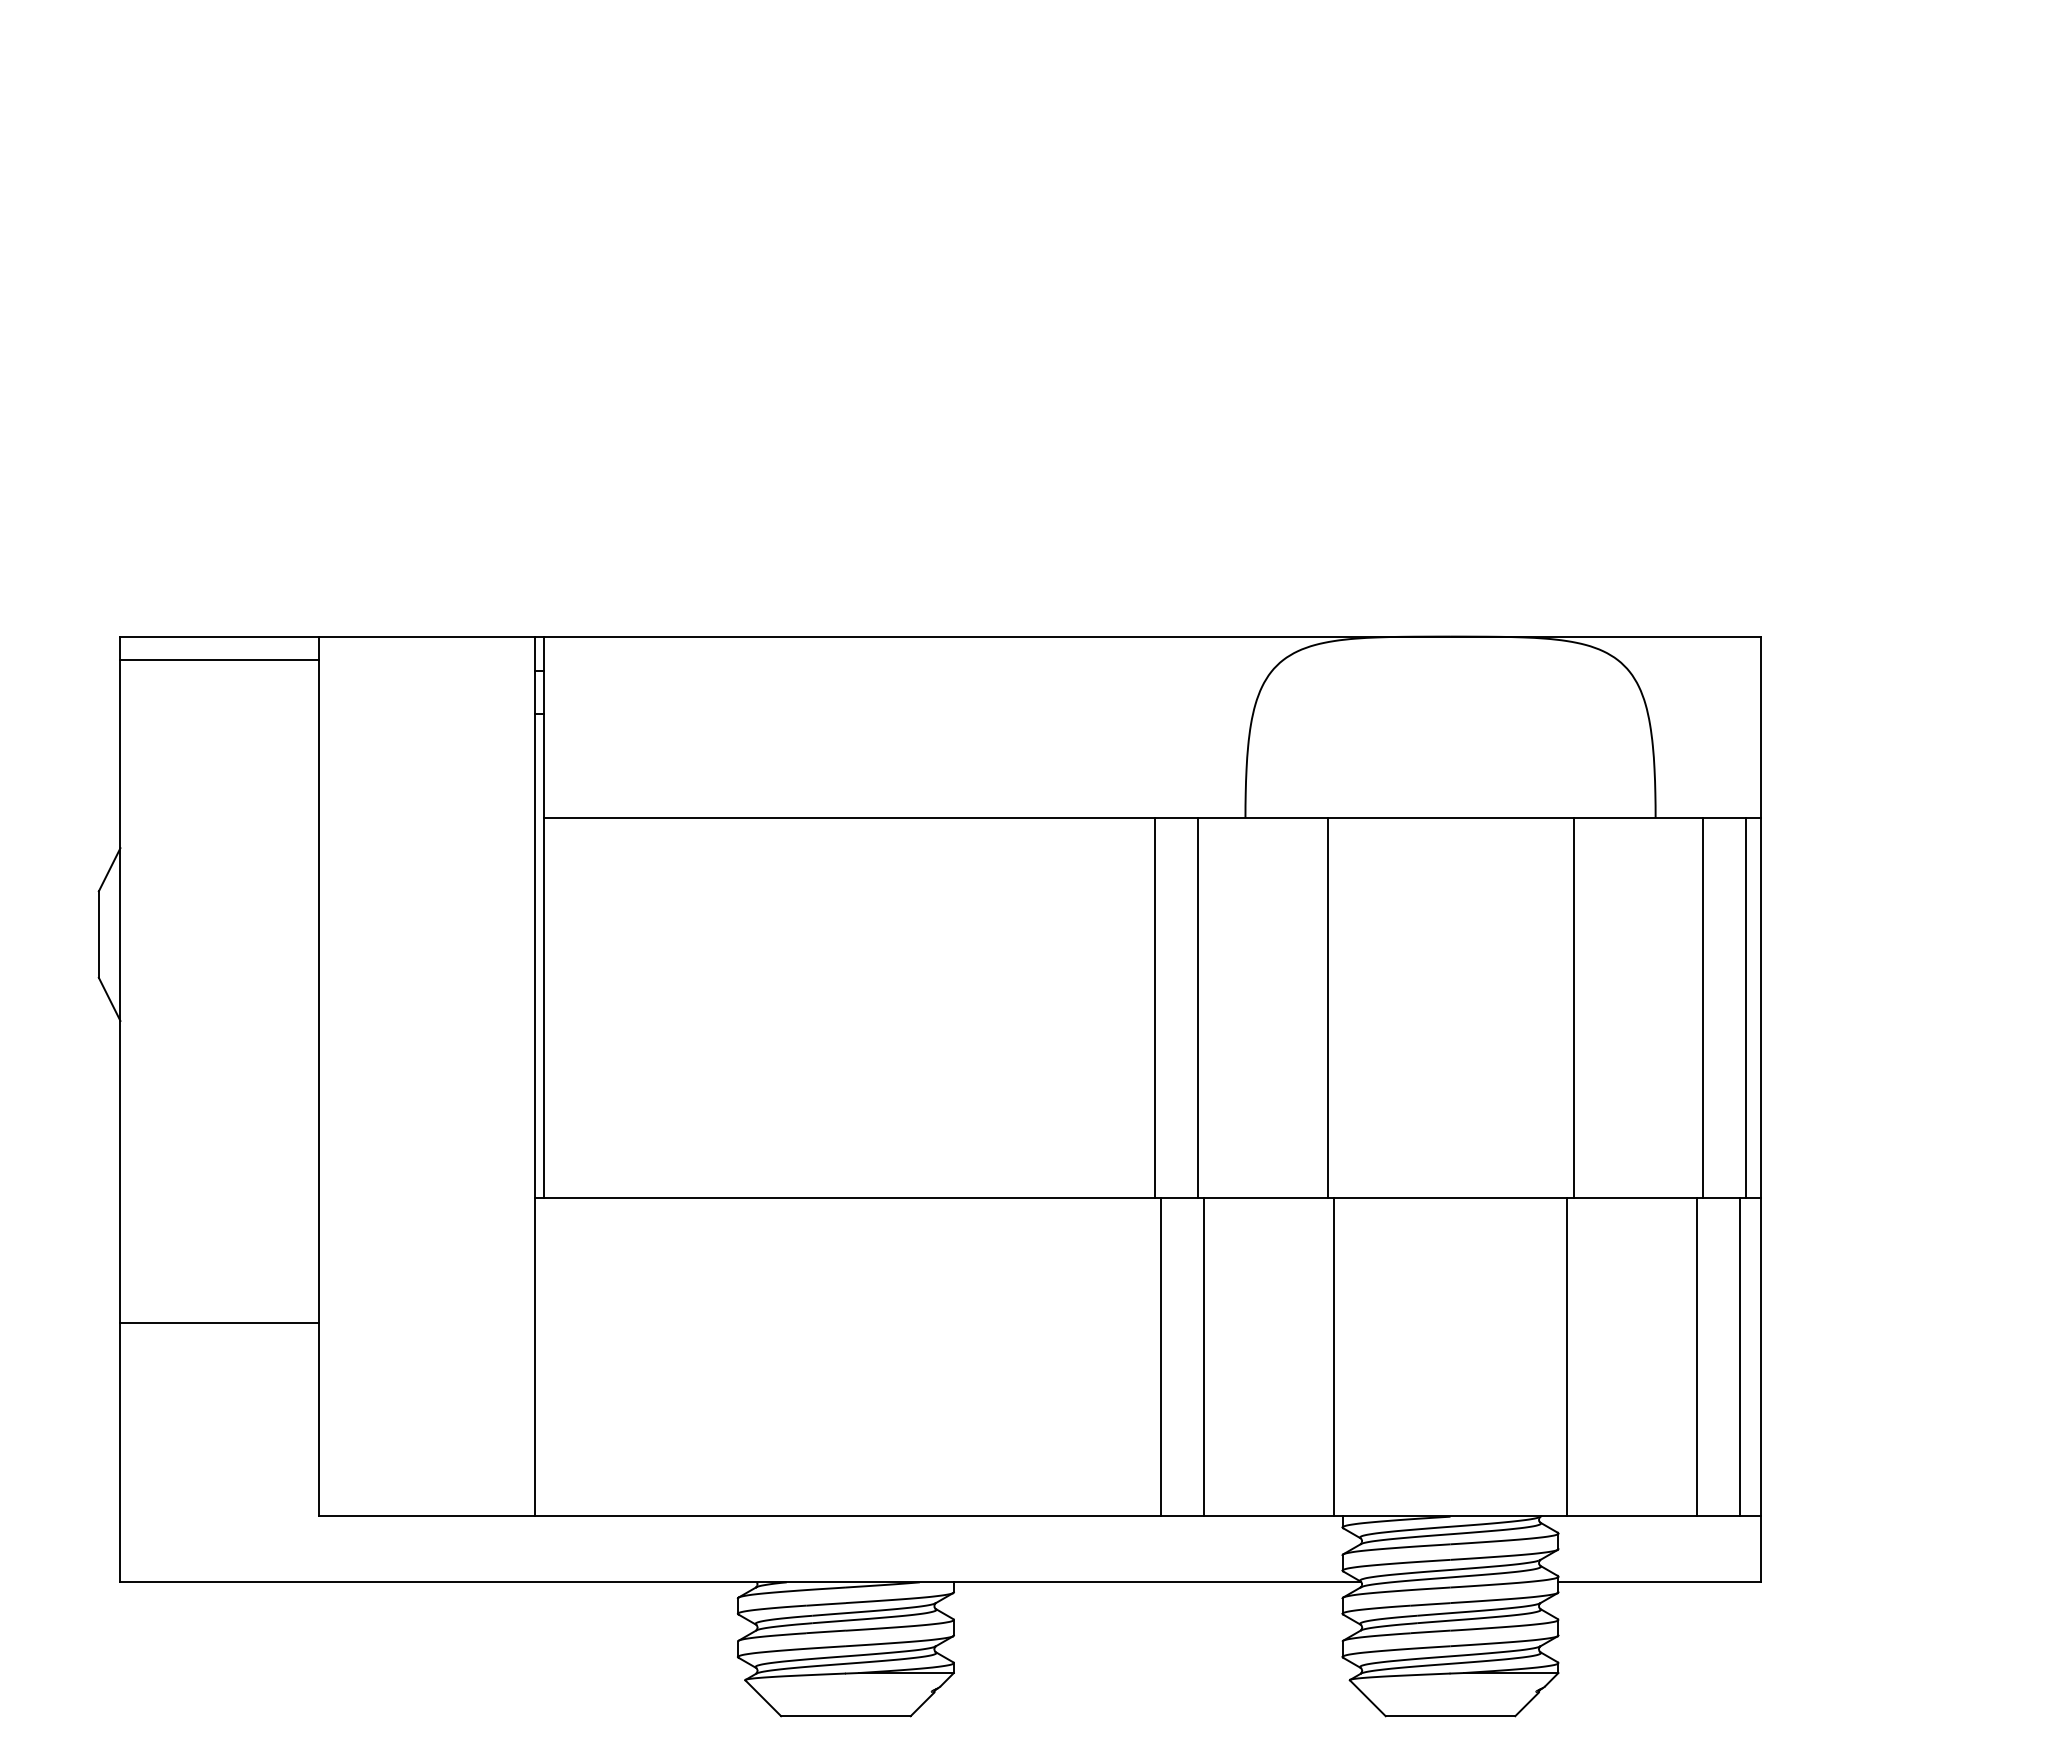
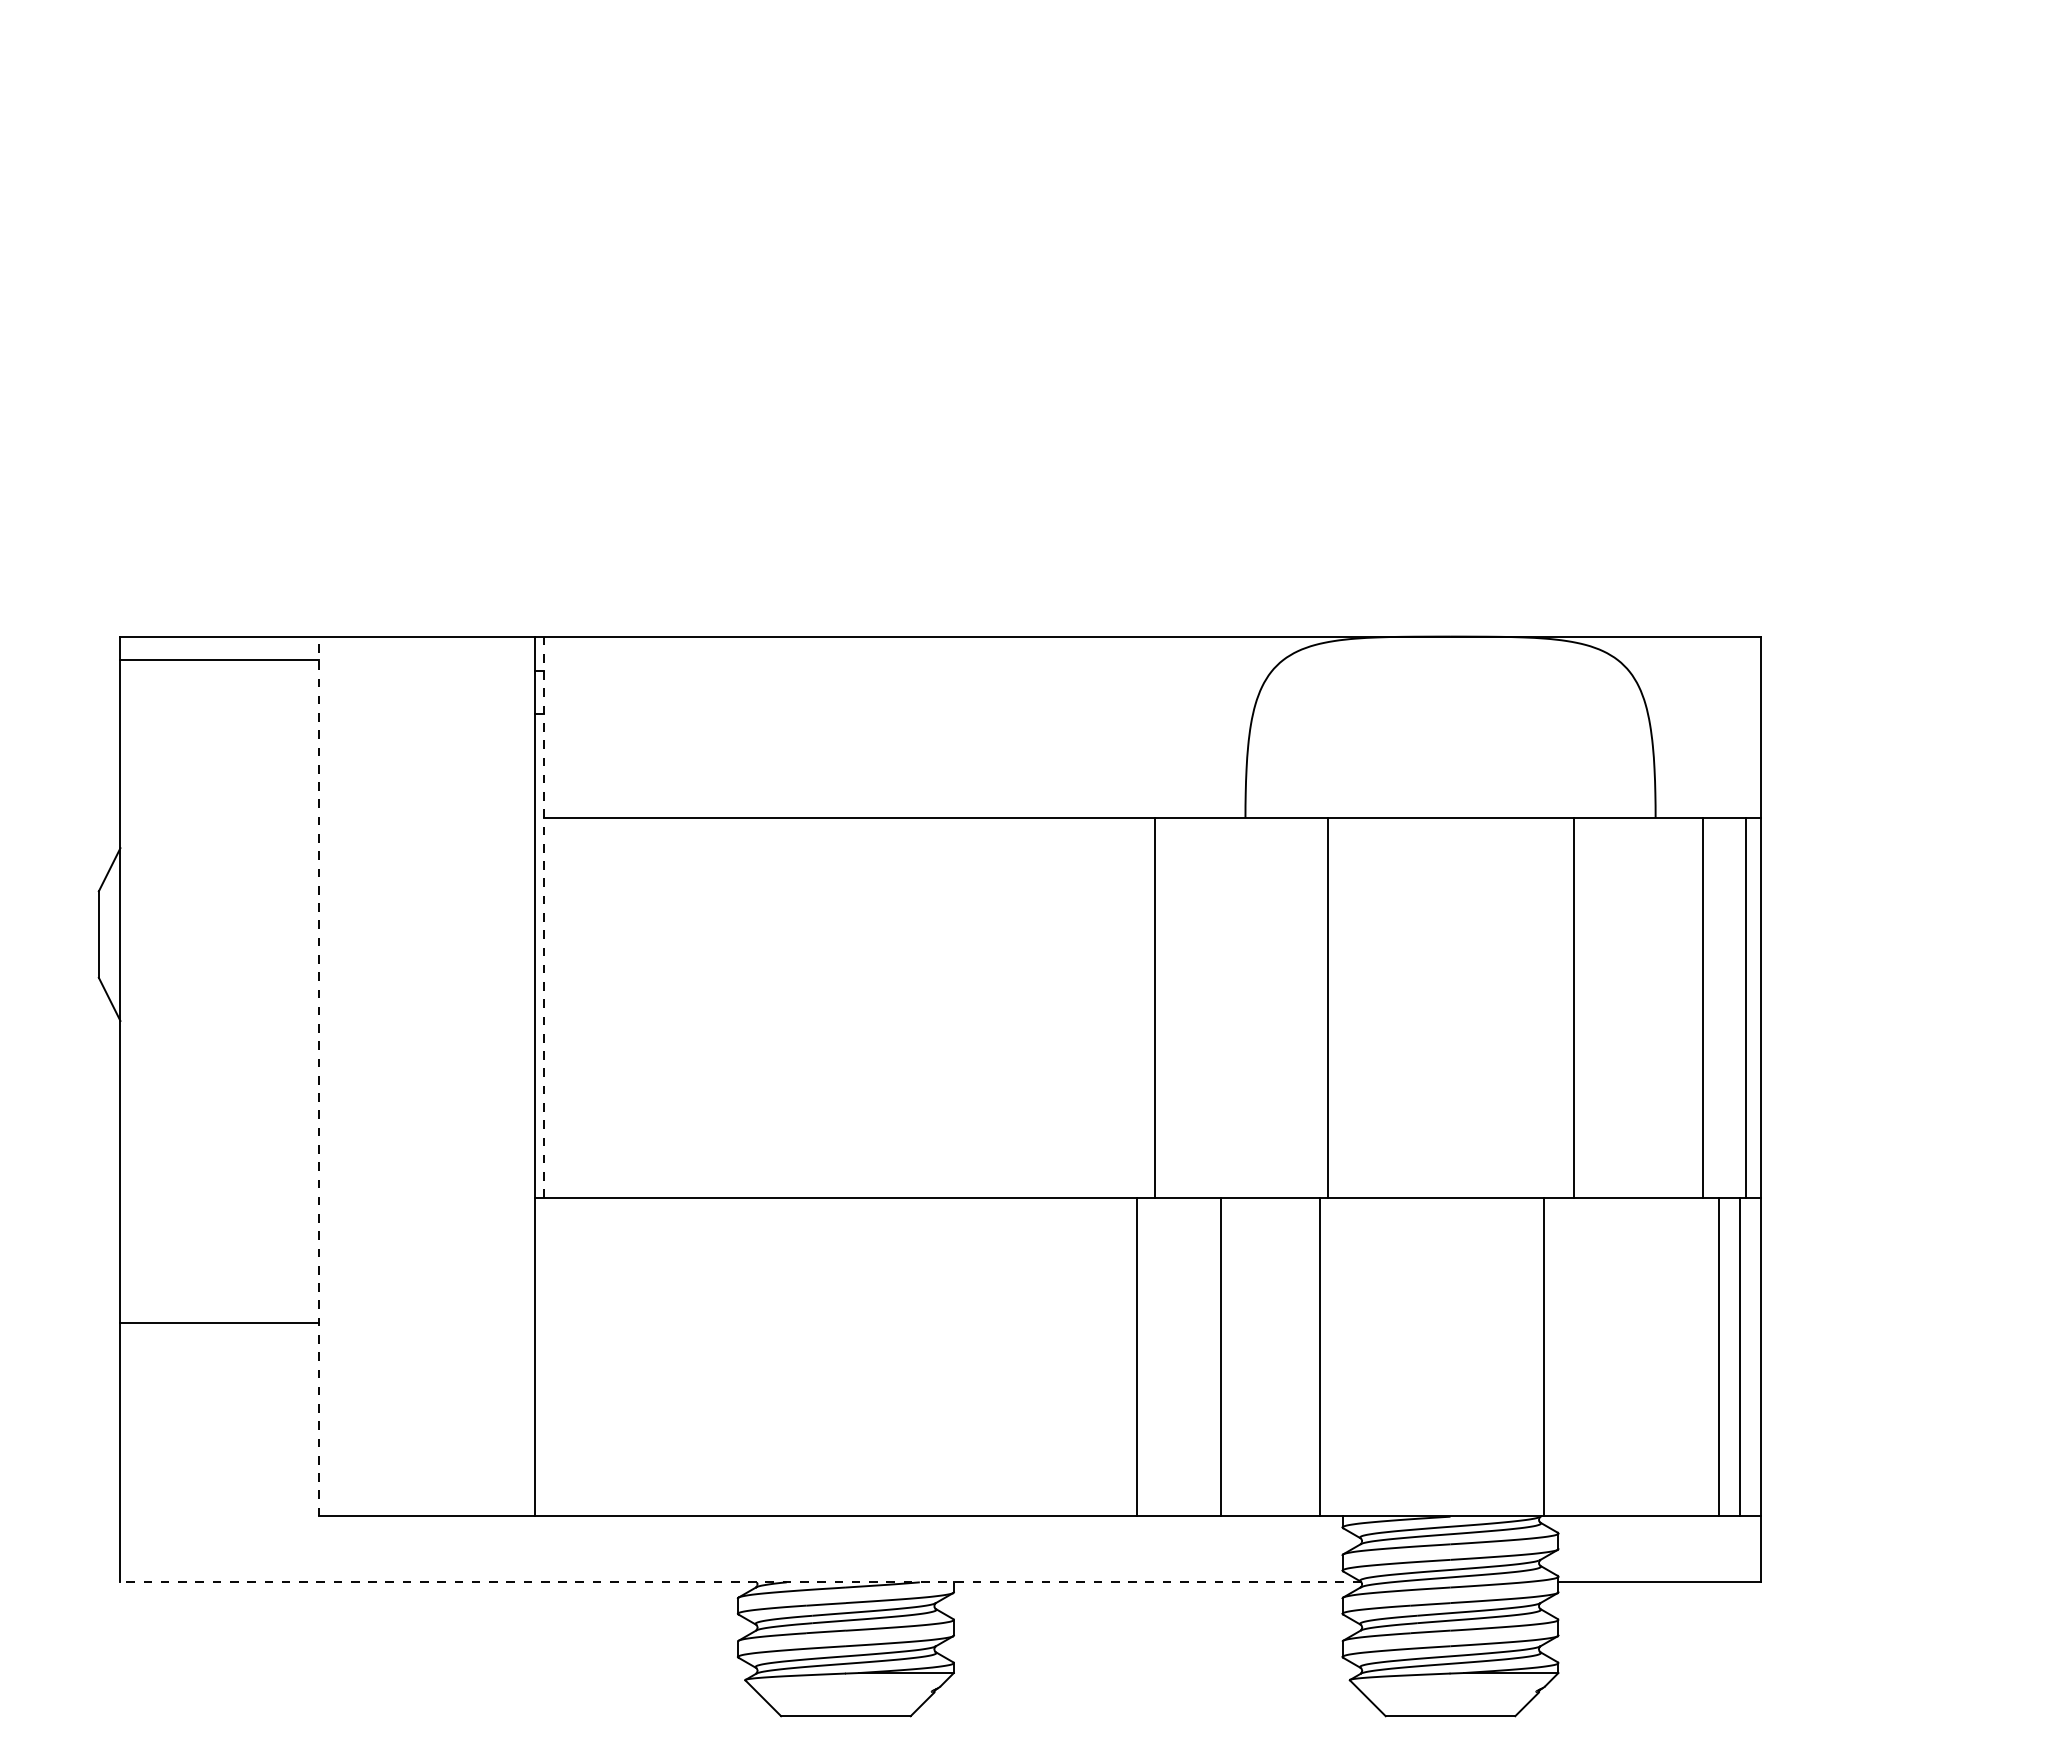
line at (543, 917): solid -> dashed
line at (1197, 1007): present -> none
line at (319, 1076): solid -> dashed
line at (1161, 1357) position: (1161, 1357) -> (1137, 1357)
line at (1204, 1357) position: (1204, 1357) -> (1221, 1357)
line at (1333, 1357) position: (1333, 1357) -> (1319, 1357)
line at (1567, 1357) position: (1567, 1357) -> (1544, 1357)
line at (1696, 1357) position: (1696, 1357) -> (1718, 1357)
line at (740, 1582): solid -> dashed
